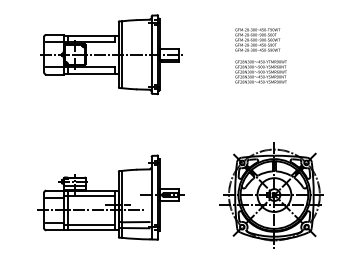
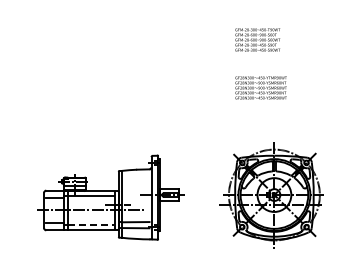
part at (111, 54): present -> none
text at (260, 71) position: (260, 71) -> (260, 87)
line at (91, 225): solid -> dashed
